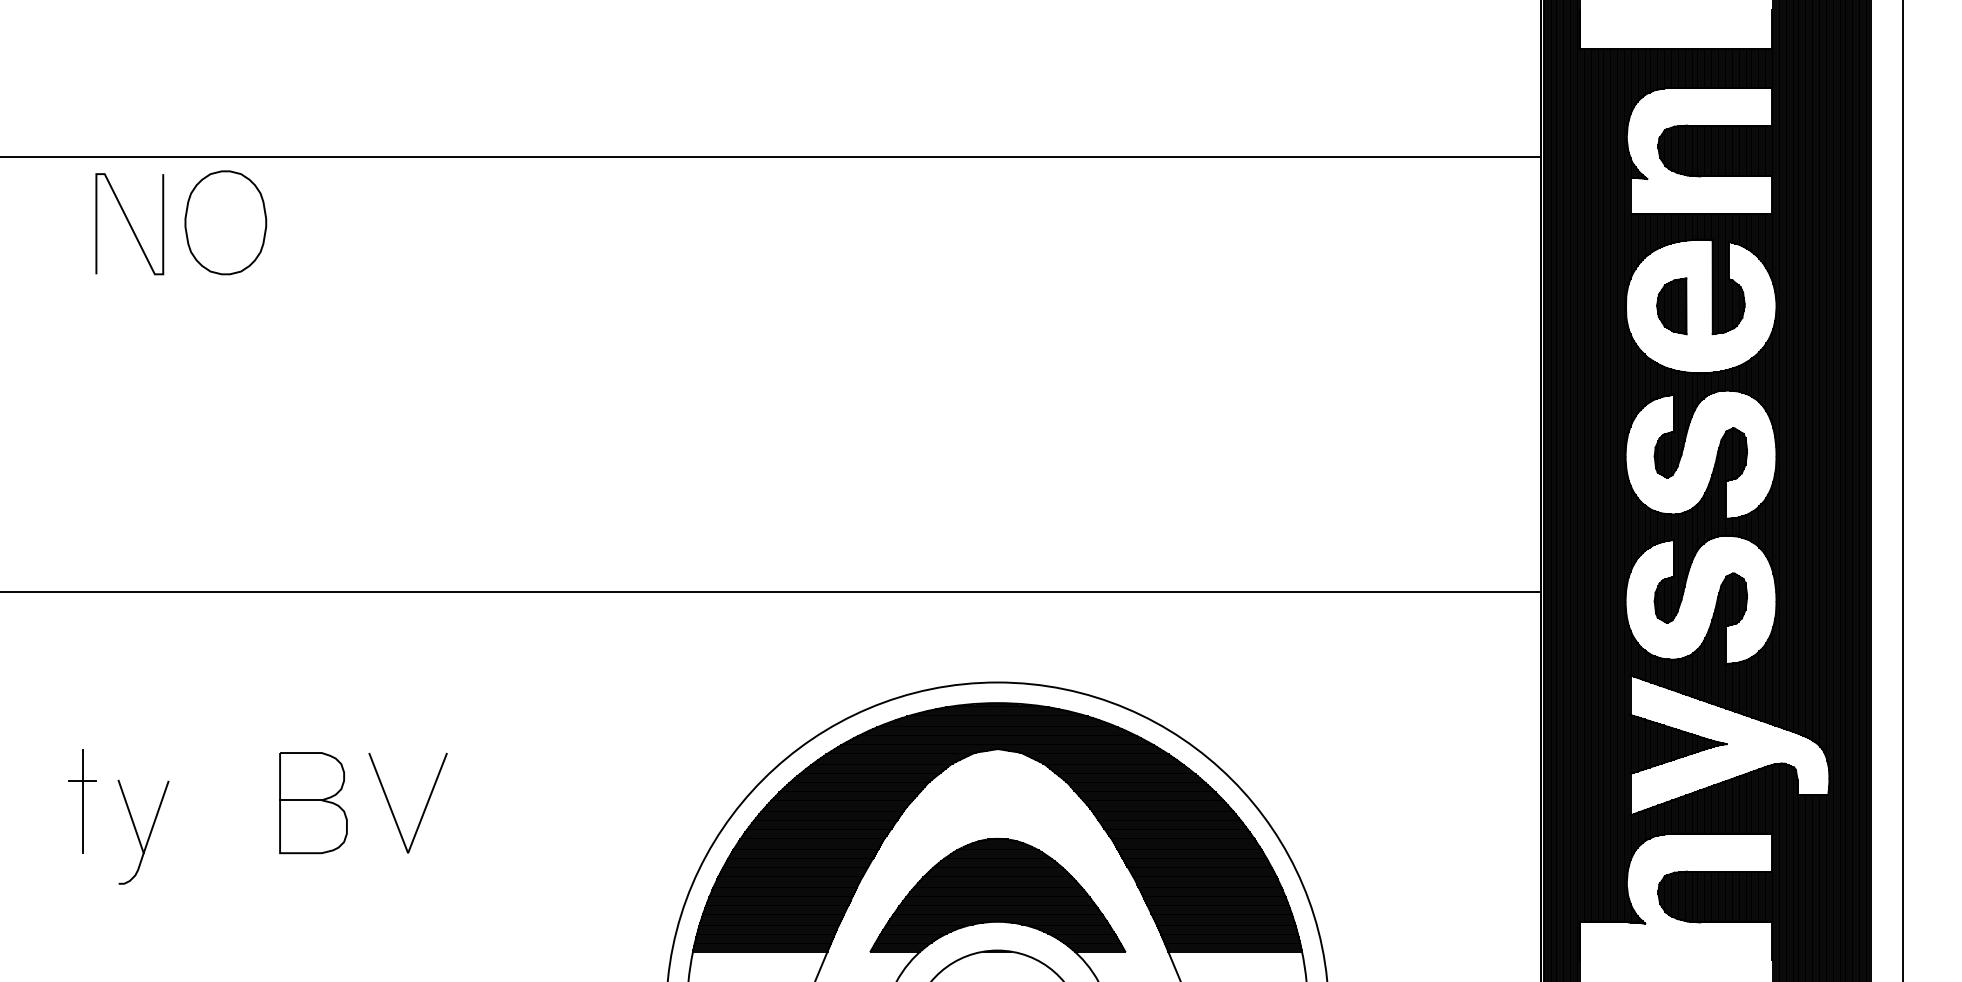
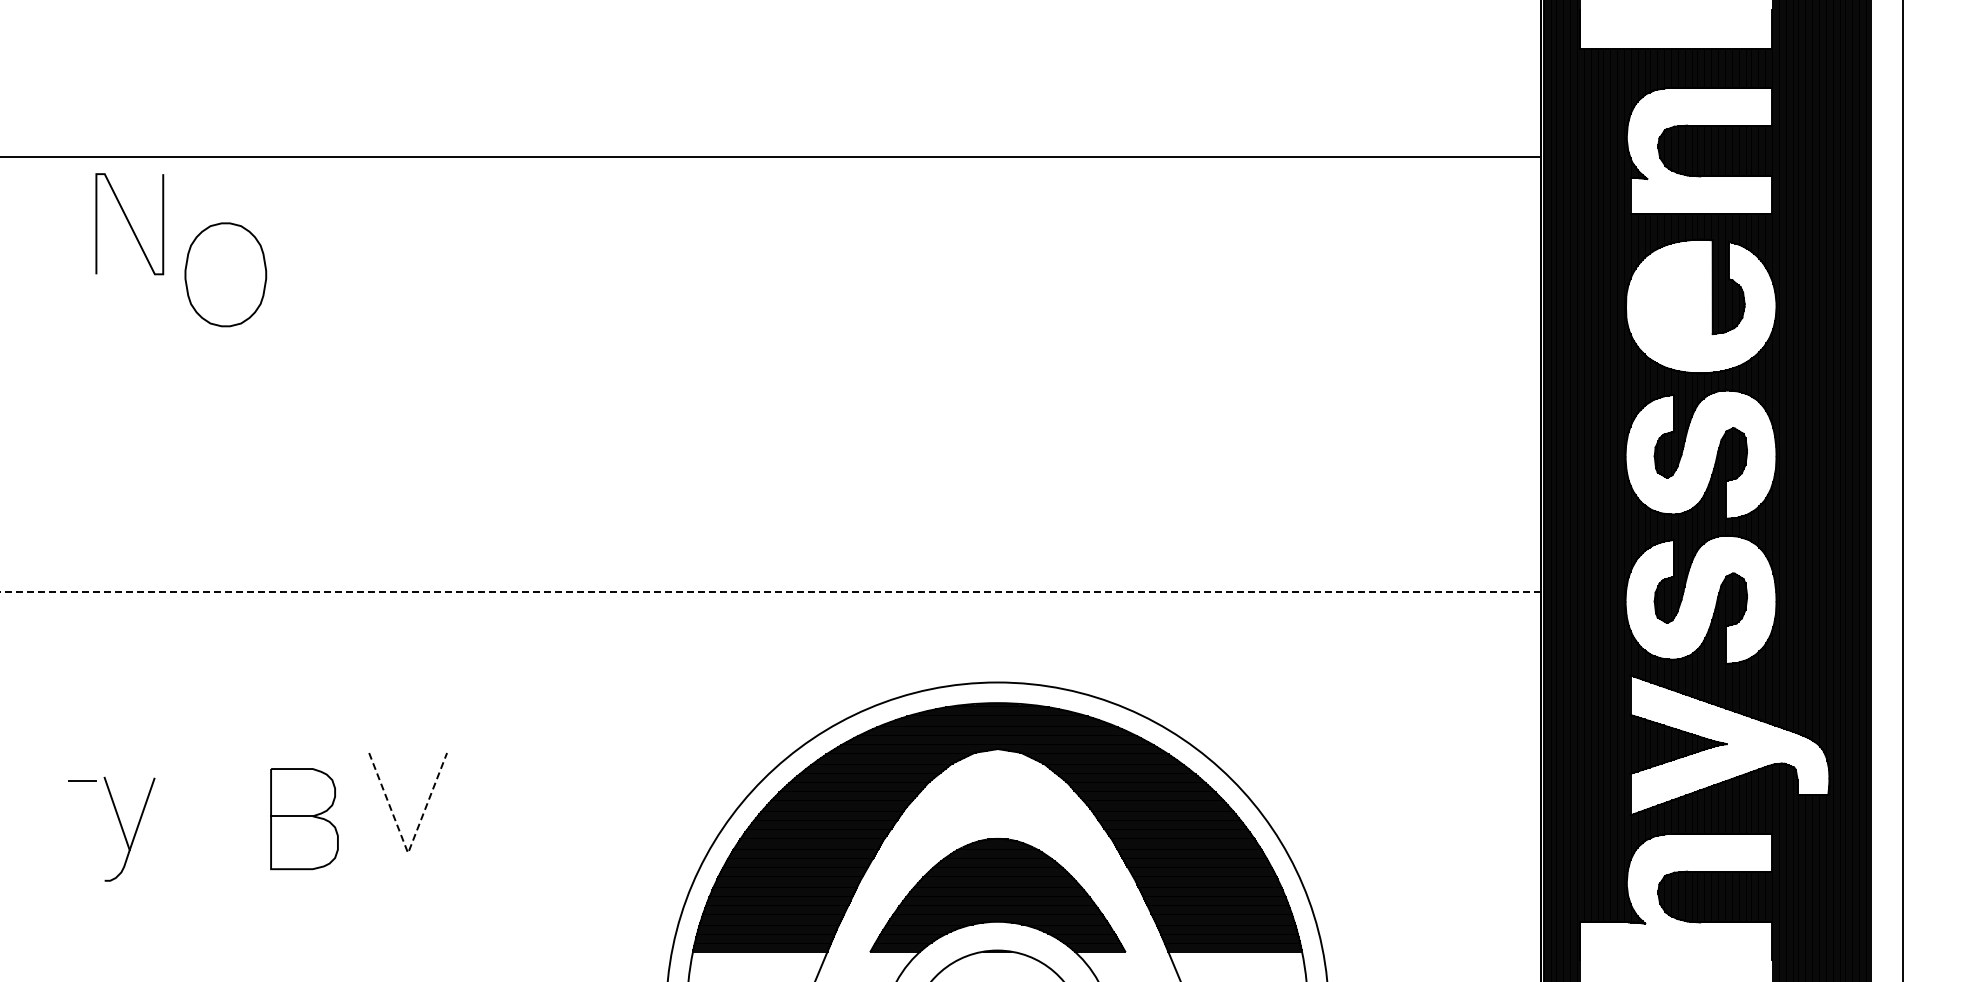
part at (225, 222) position: (225, 222) -> (225, 274)
part at (1671, 306): present -> none
line at (770, 591): solid -> dashed
line at (82, 801): present -> none
part at (313, 803) position: (313, 803) -> (304, 819)
part at (143, 831) position: (143, 831) -> (129, 828)
line at (408, 853): solid -> dashed
